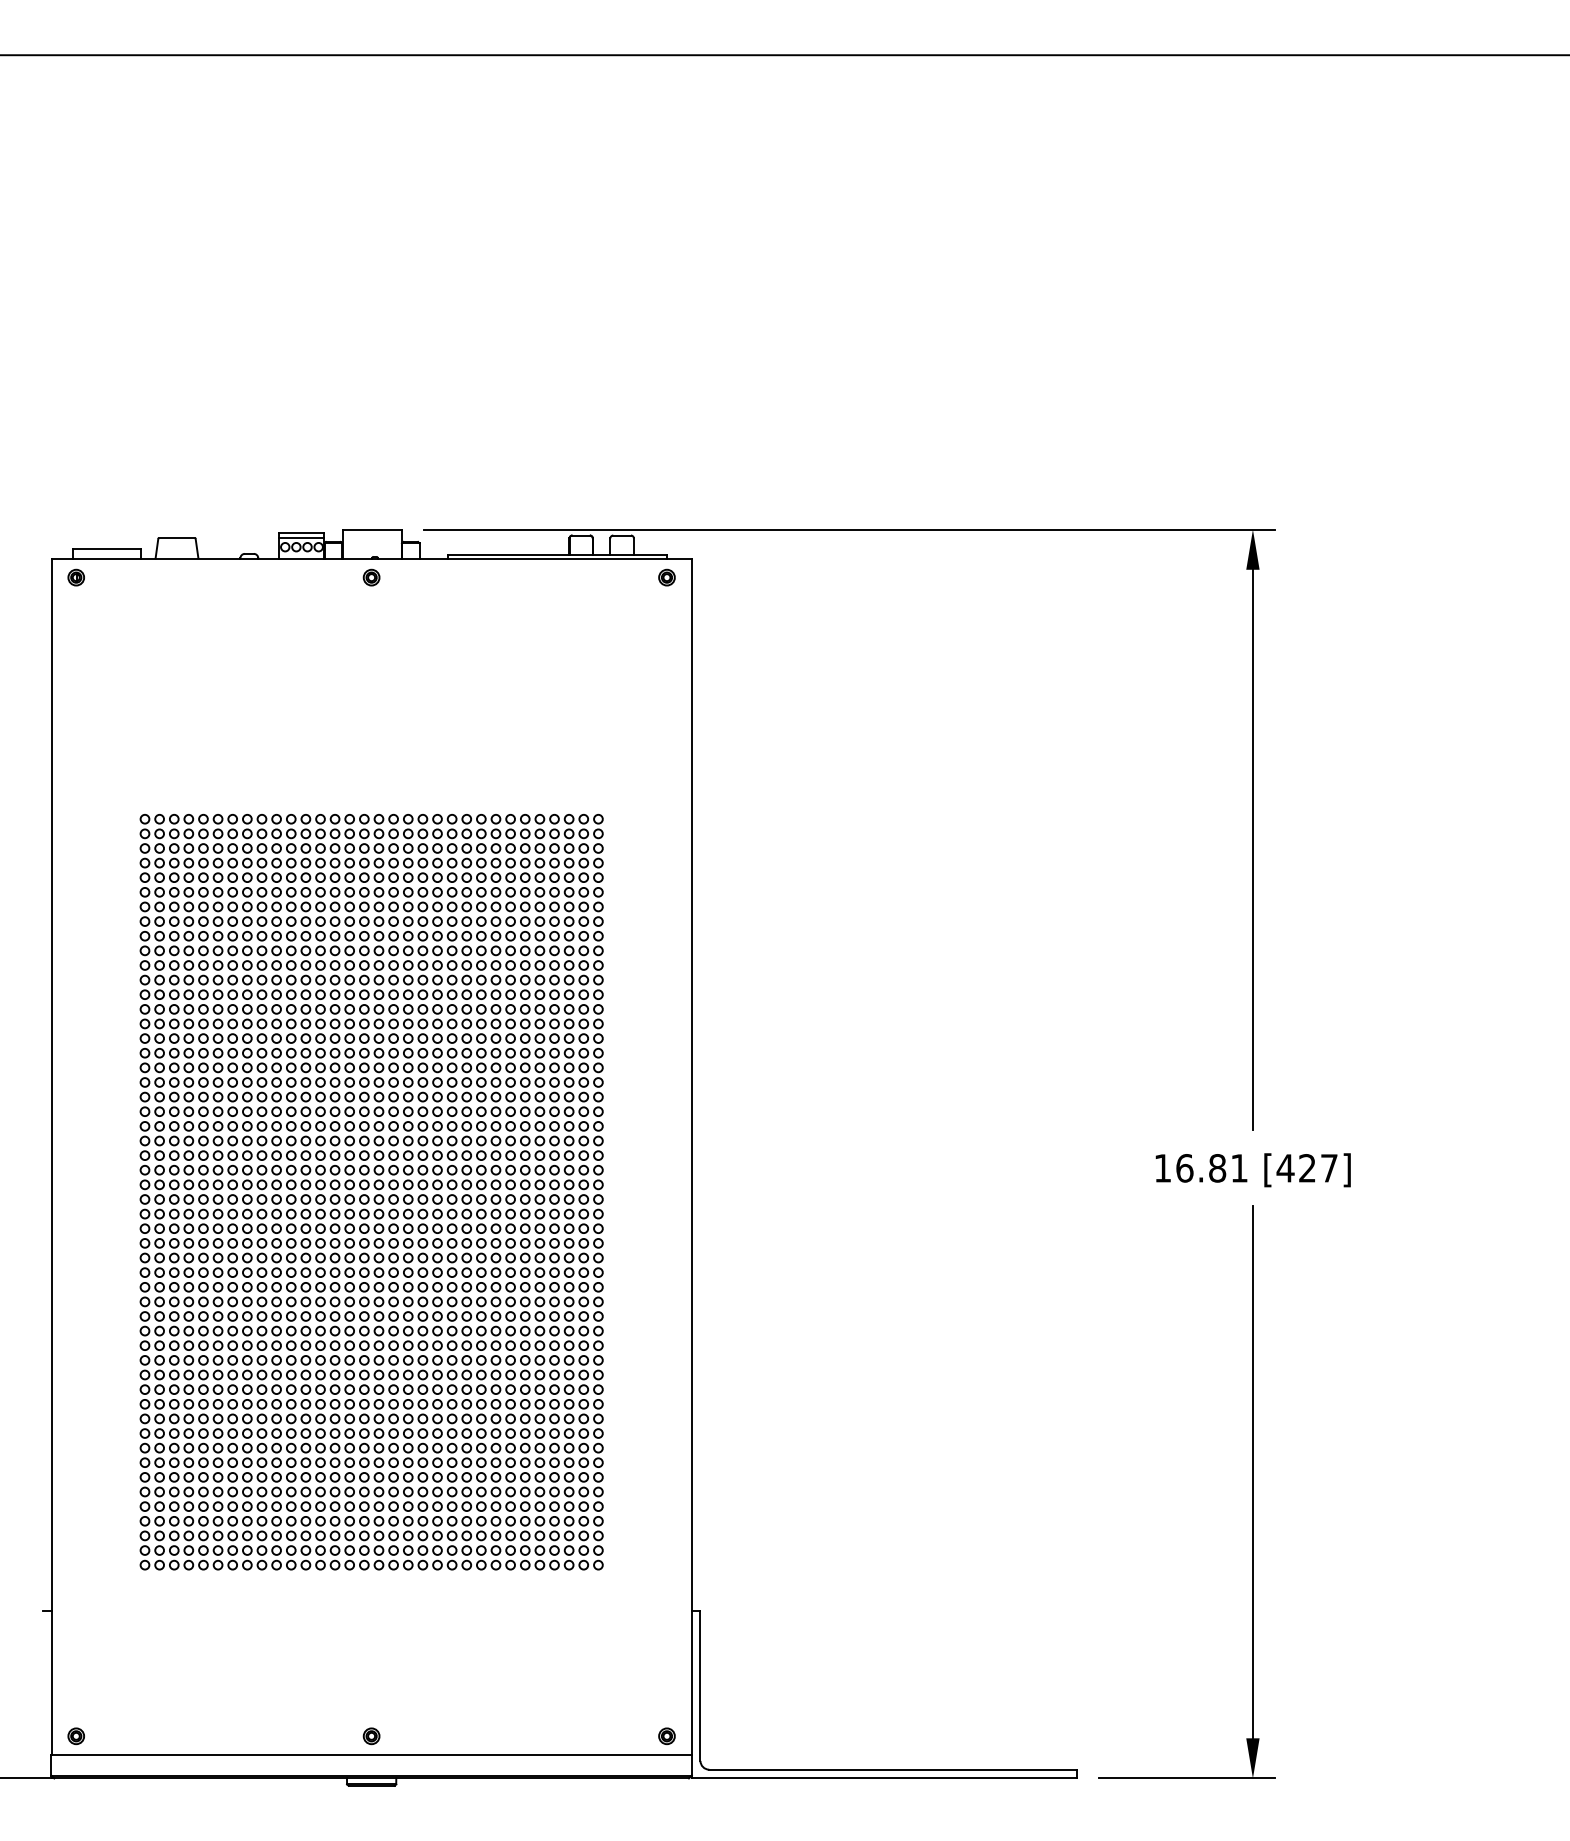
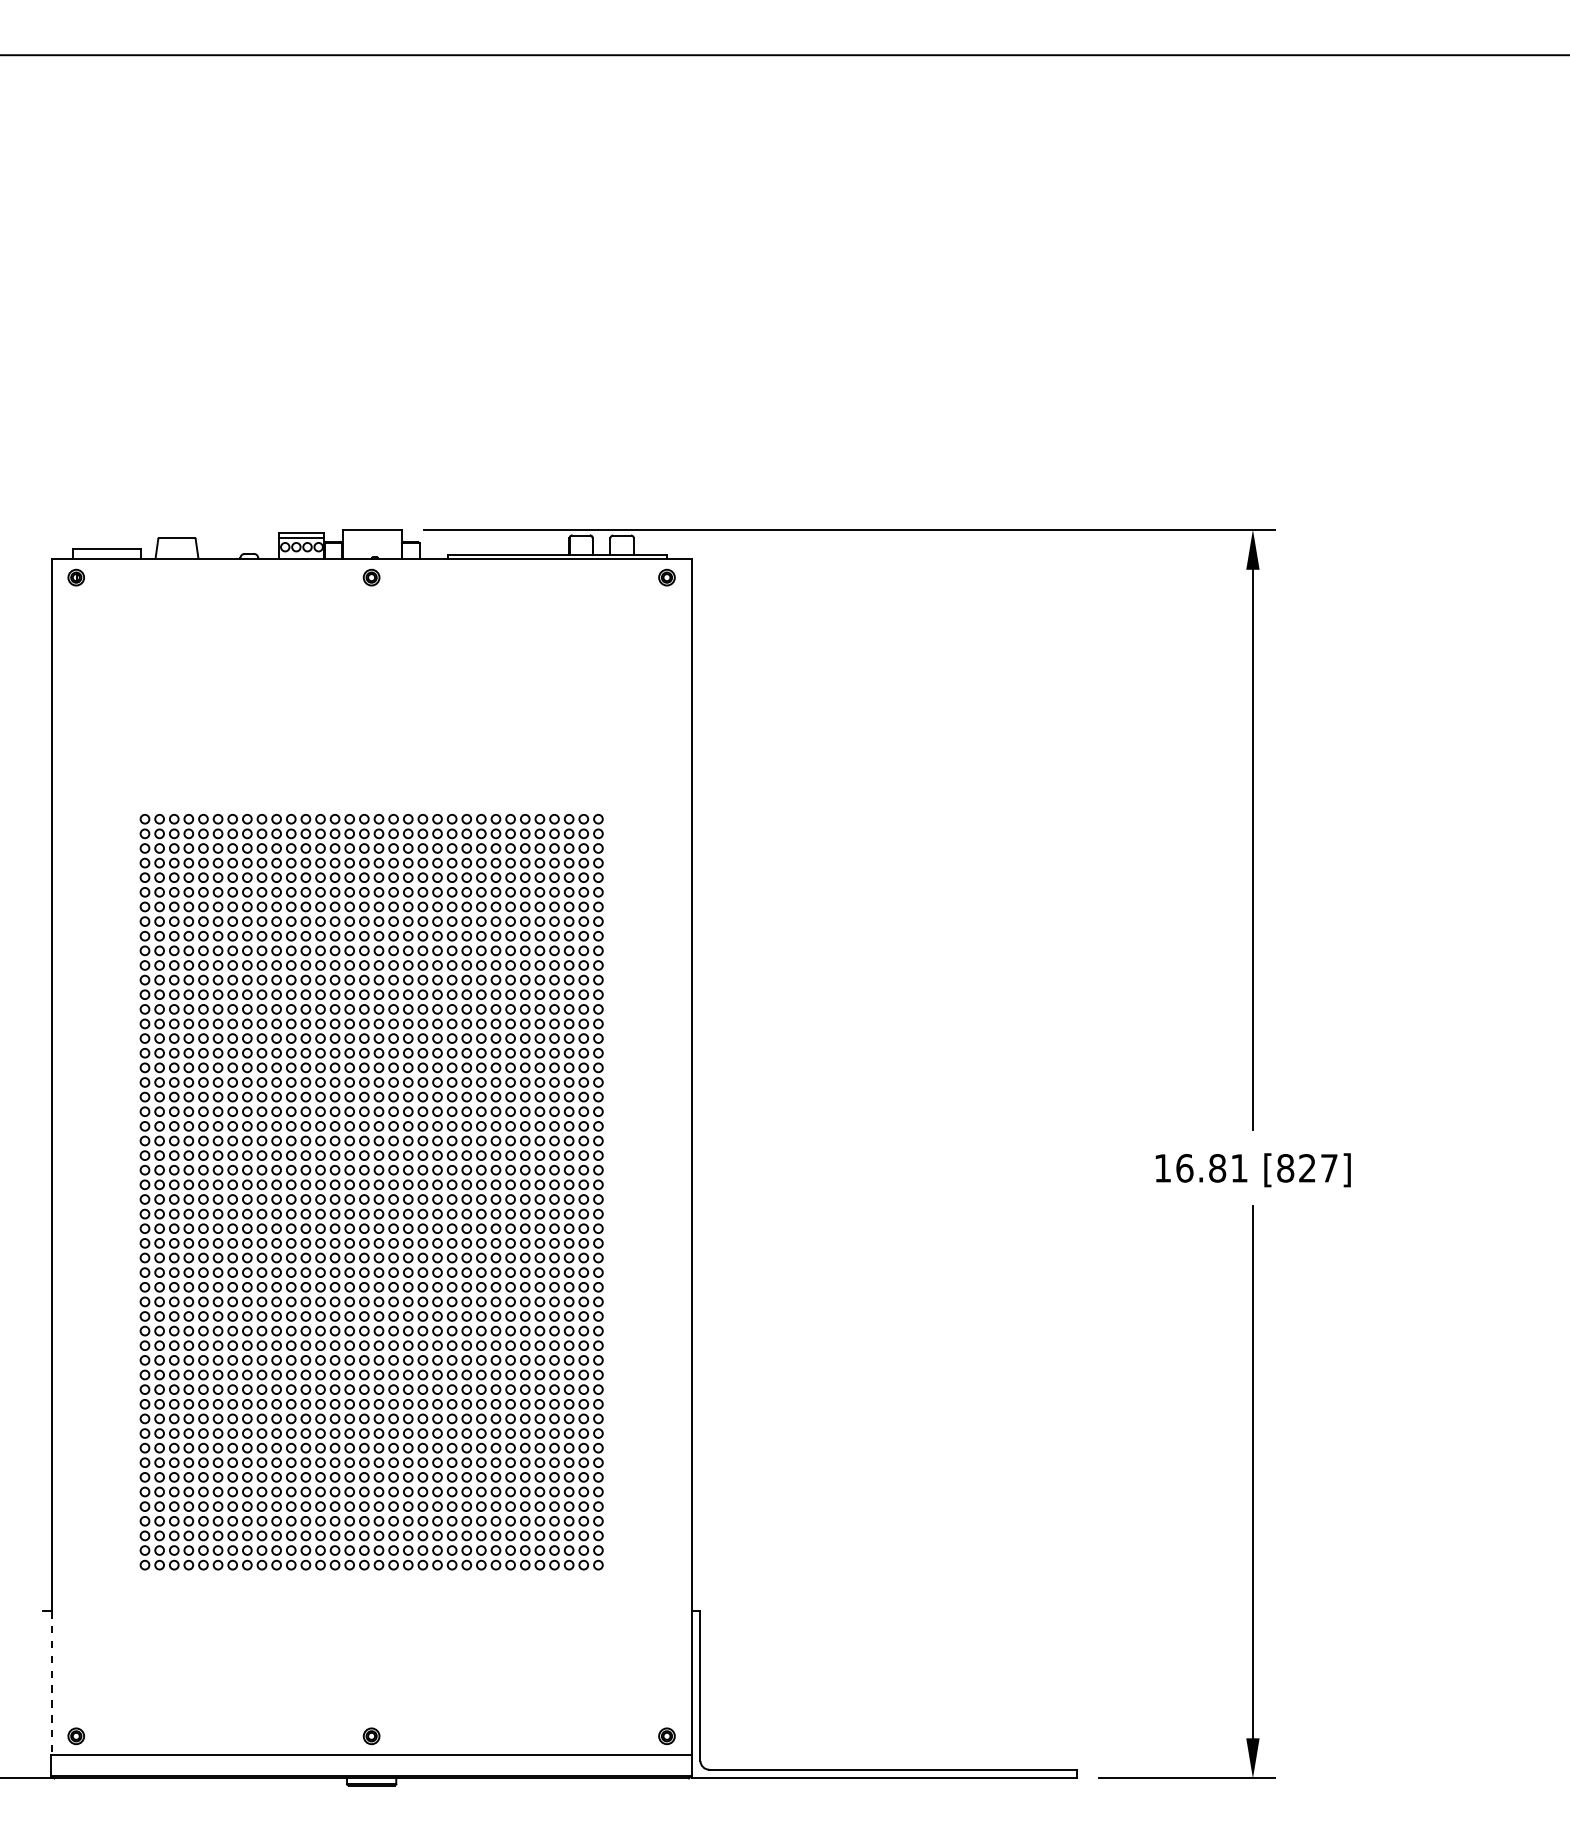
text at (1285, 1168): [427] -> [827]
line at (51, 1683): solid -> dashed
